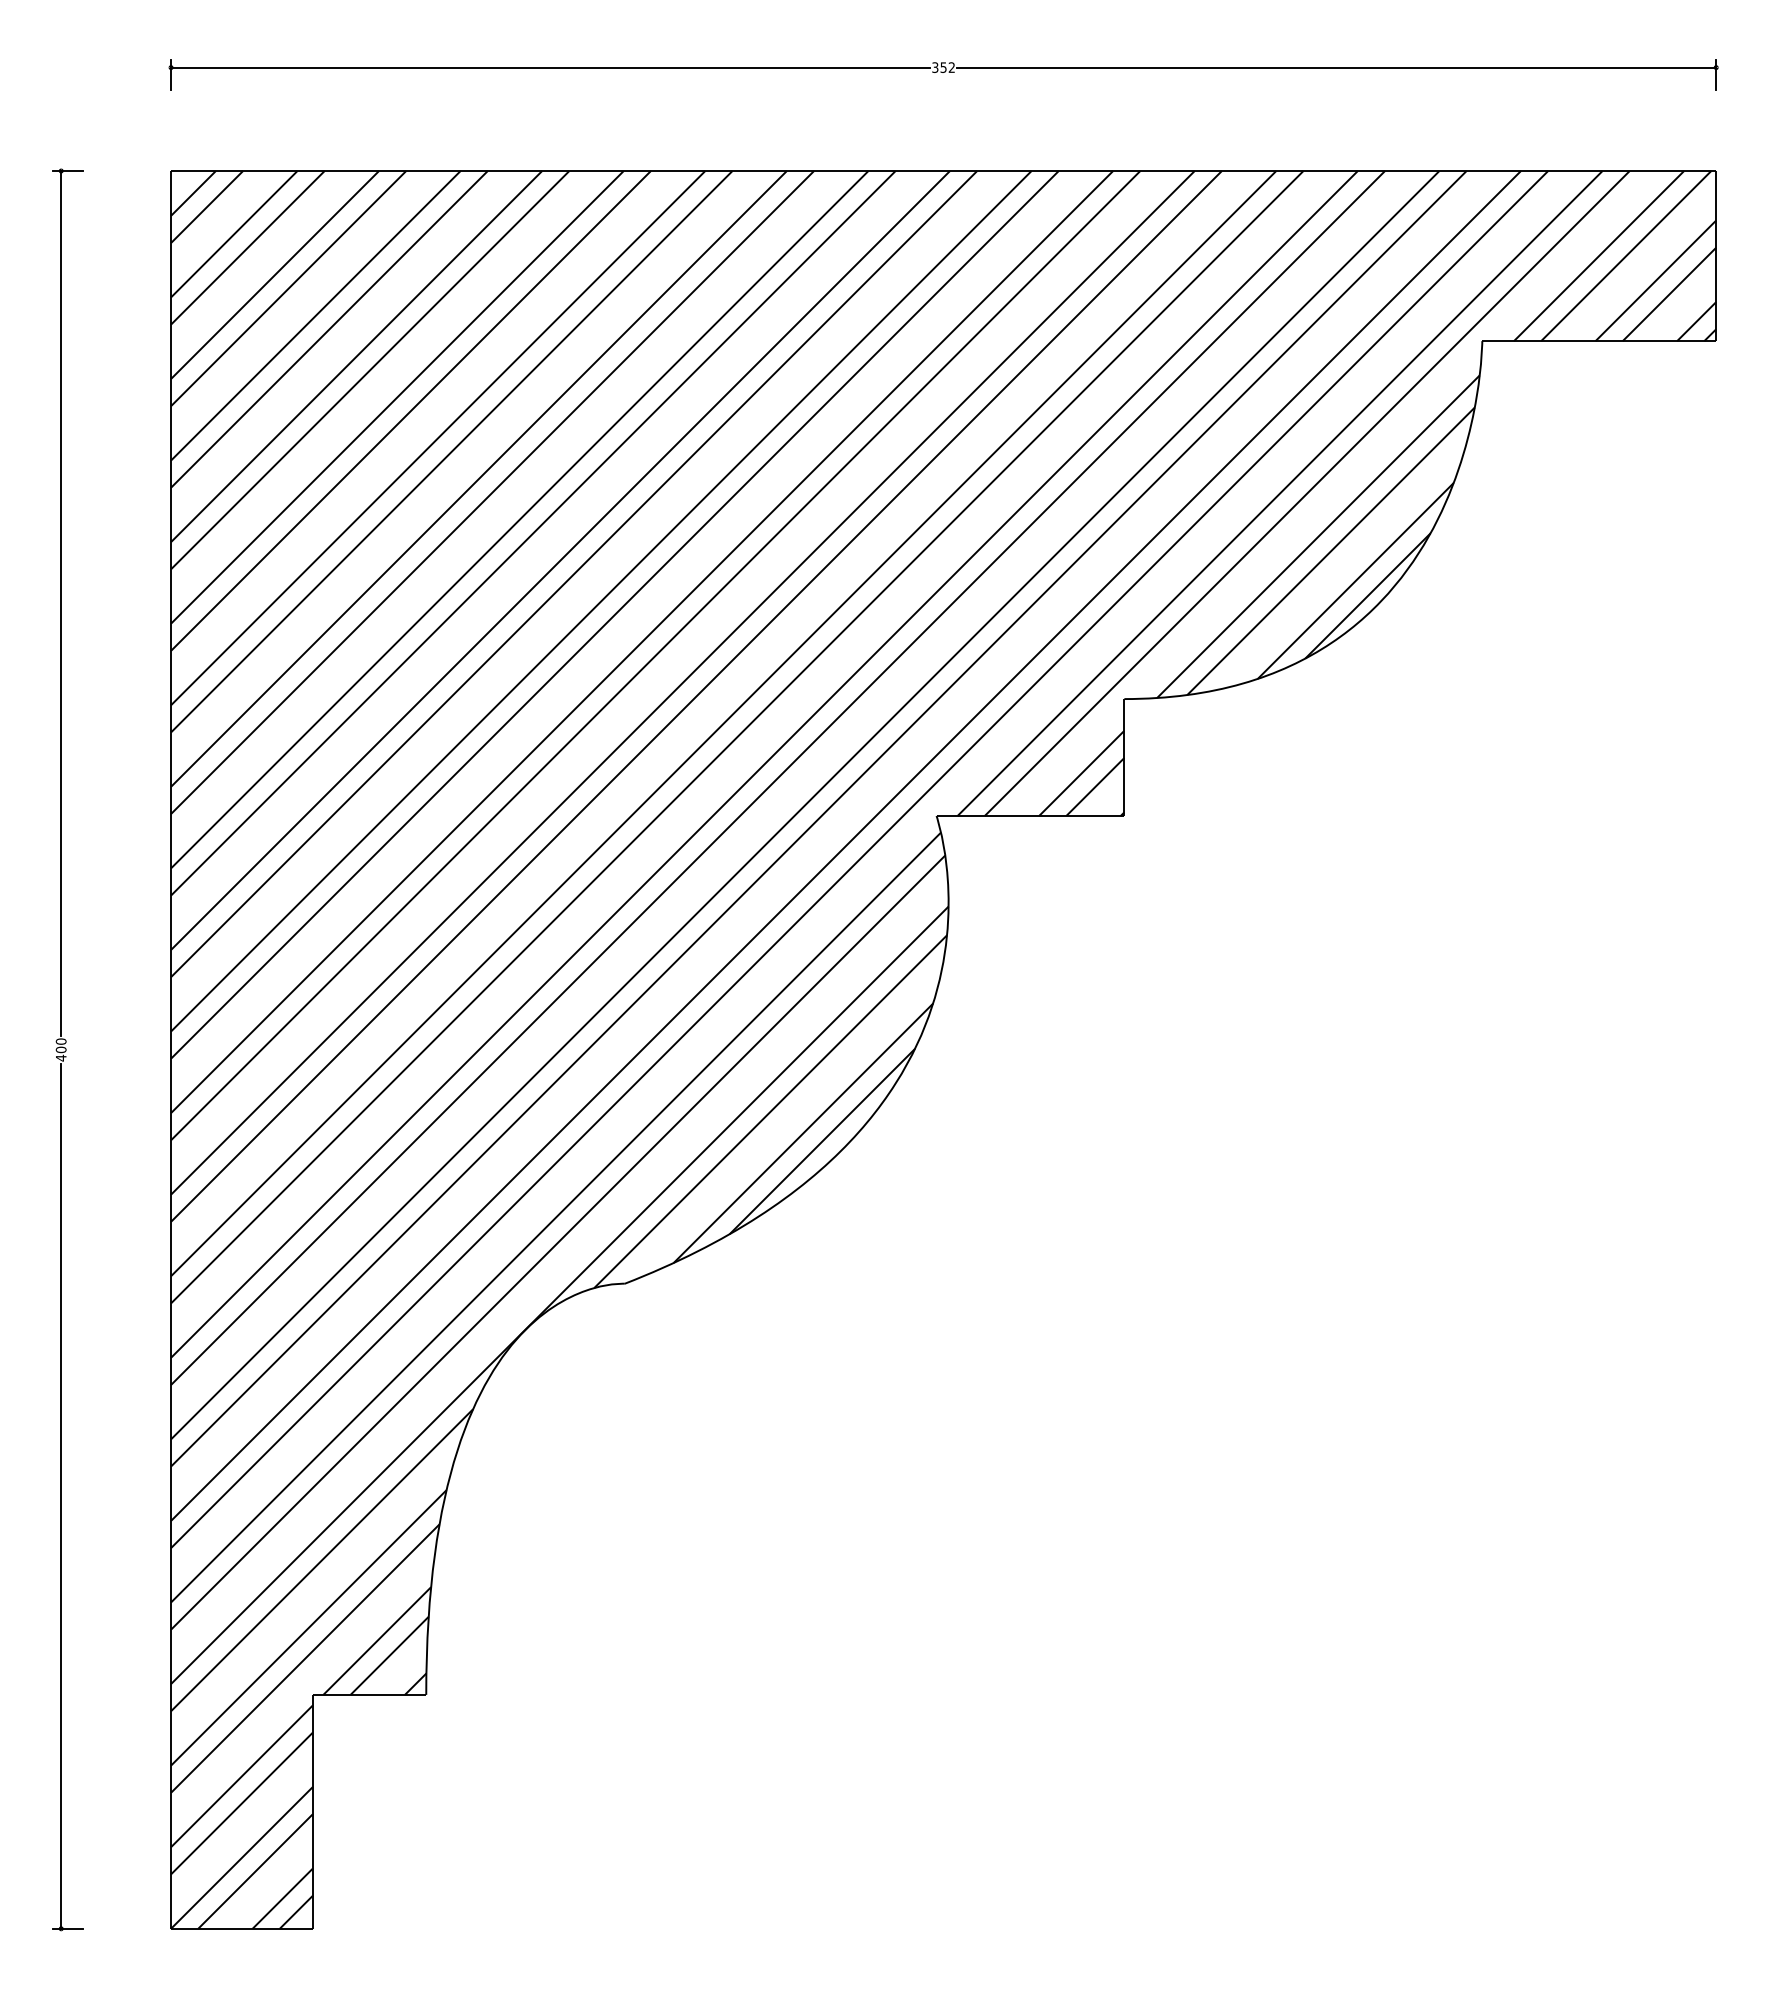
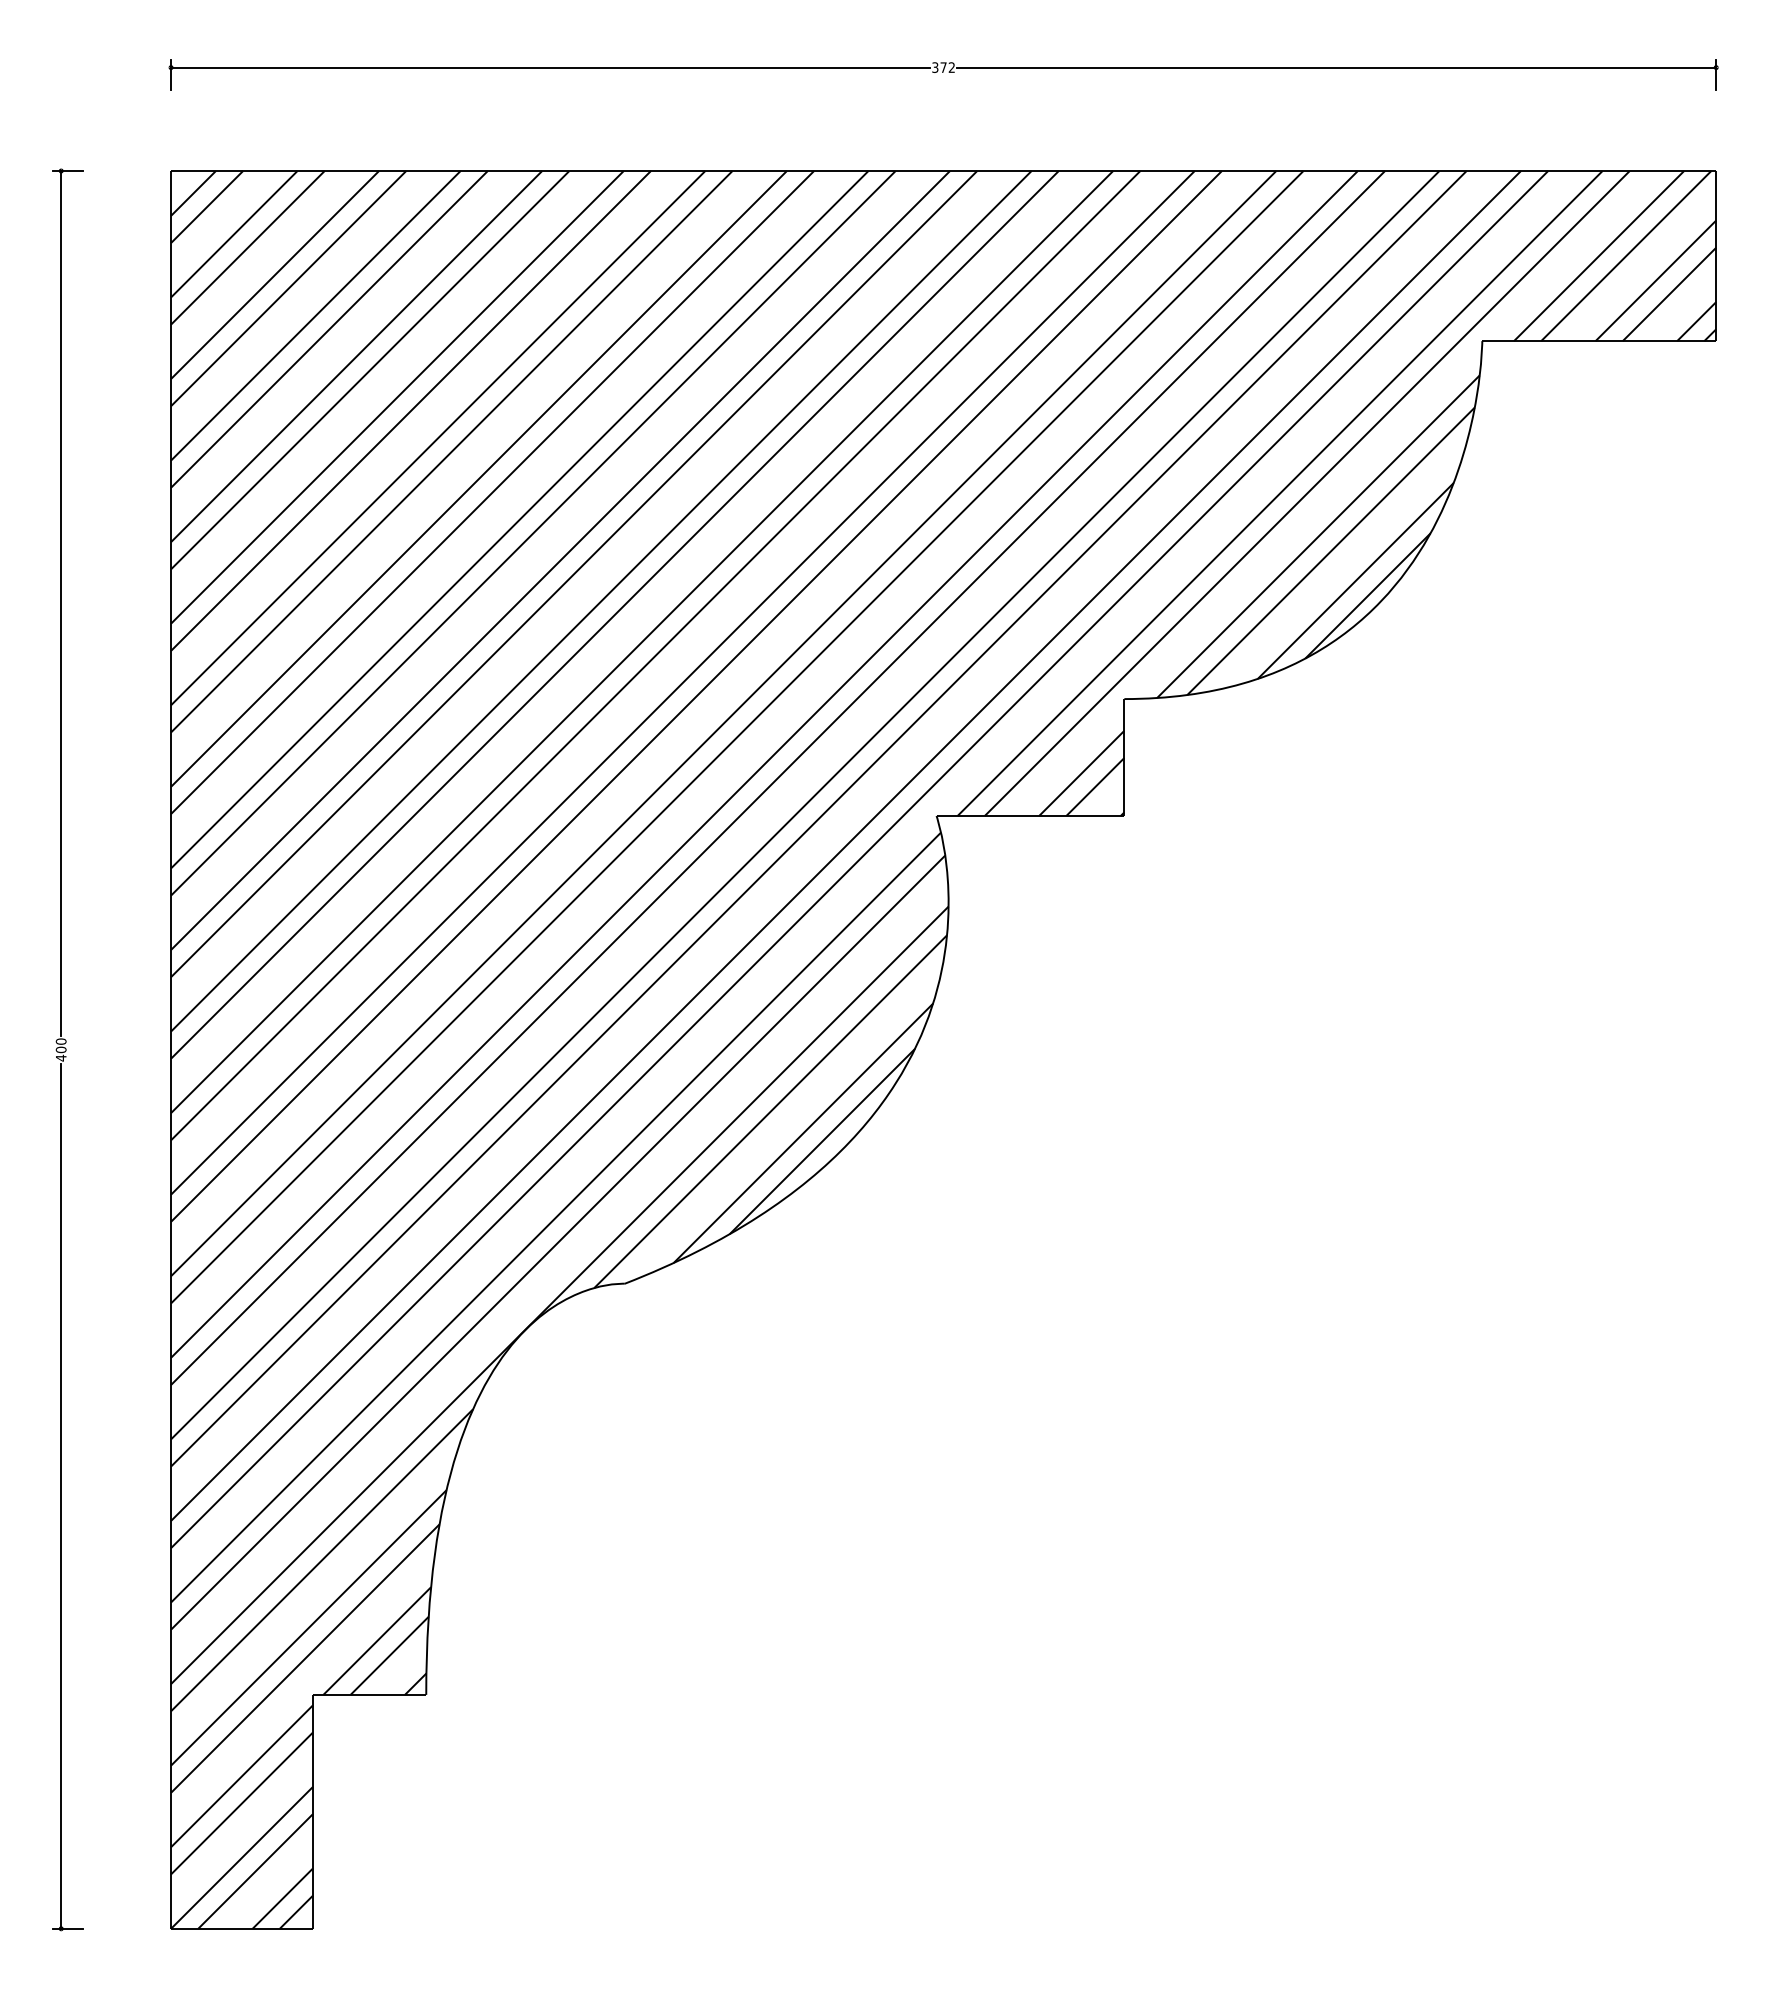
text at (943, 67): 352 -> 372
